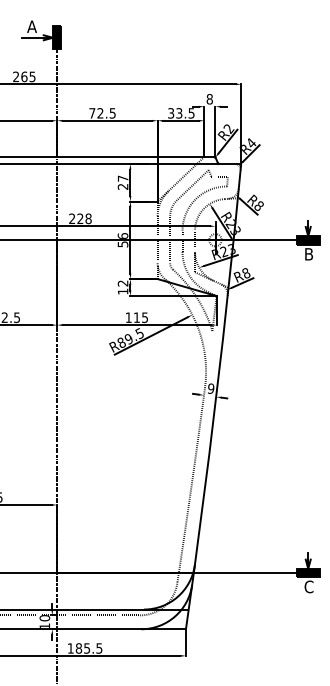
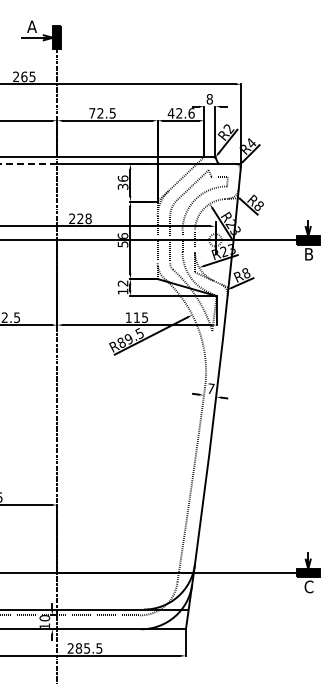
text at (180, 113): 33.5 -> 42.6
line at (28, 164): solid -> dashed
text at (122, 182): 27 -> 36
text at (211, 388): 9 -> 7
text at (70, 648): 185.5 -> 285.5
